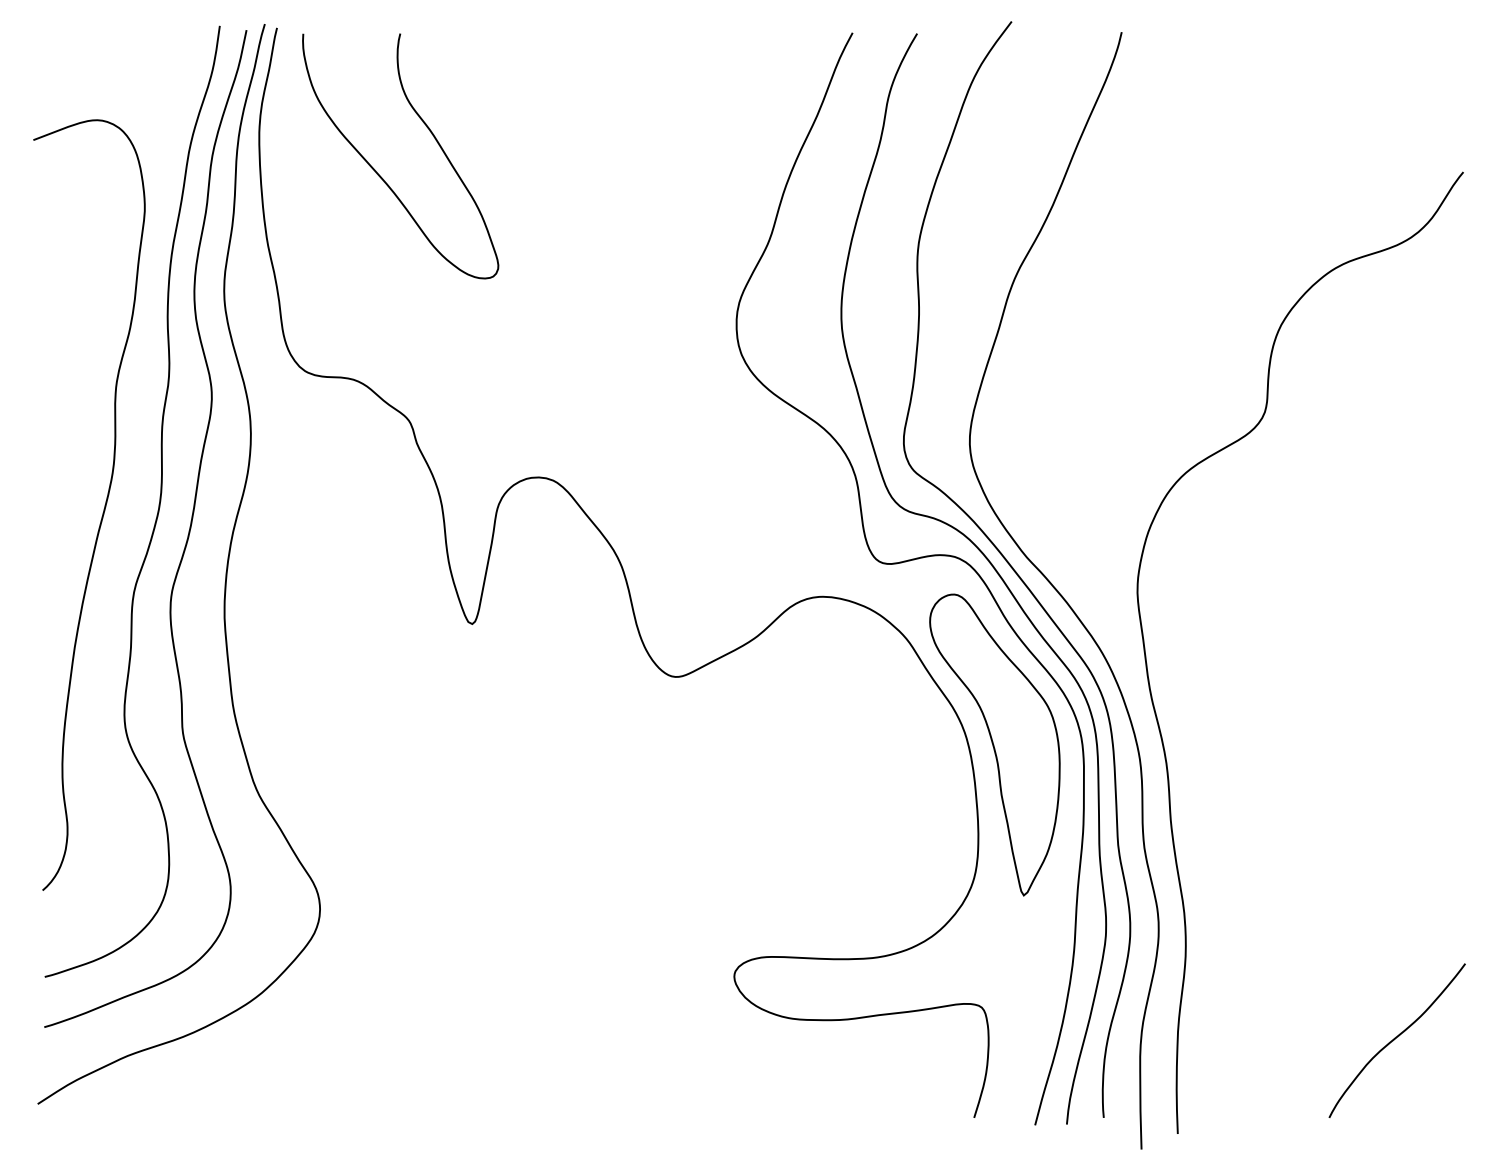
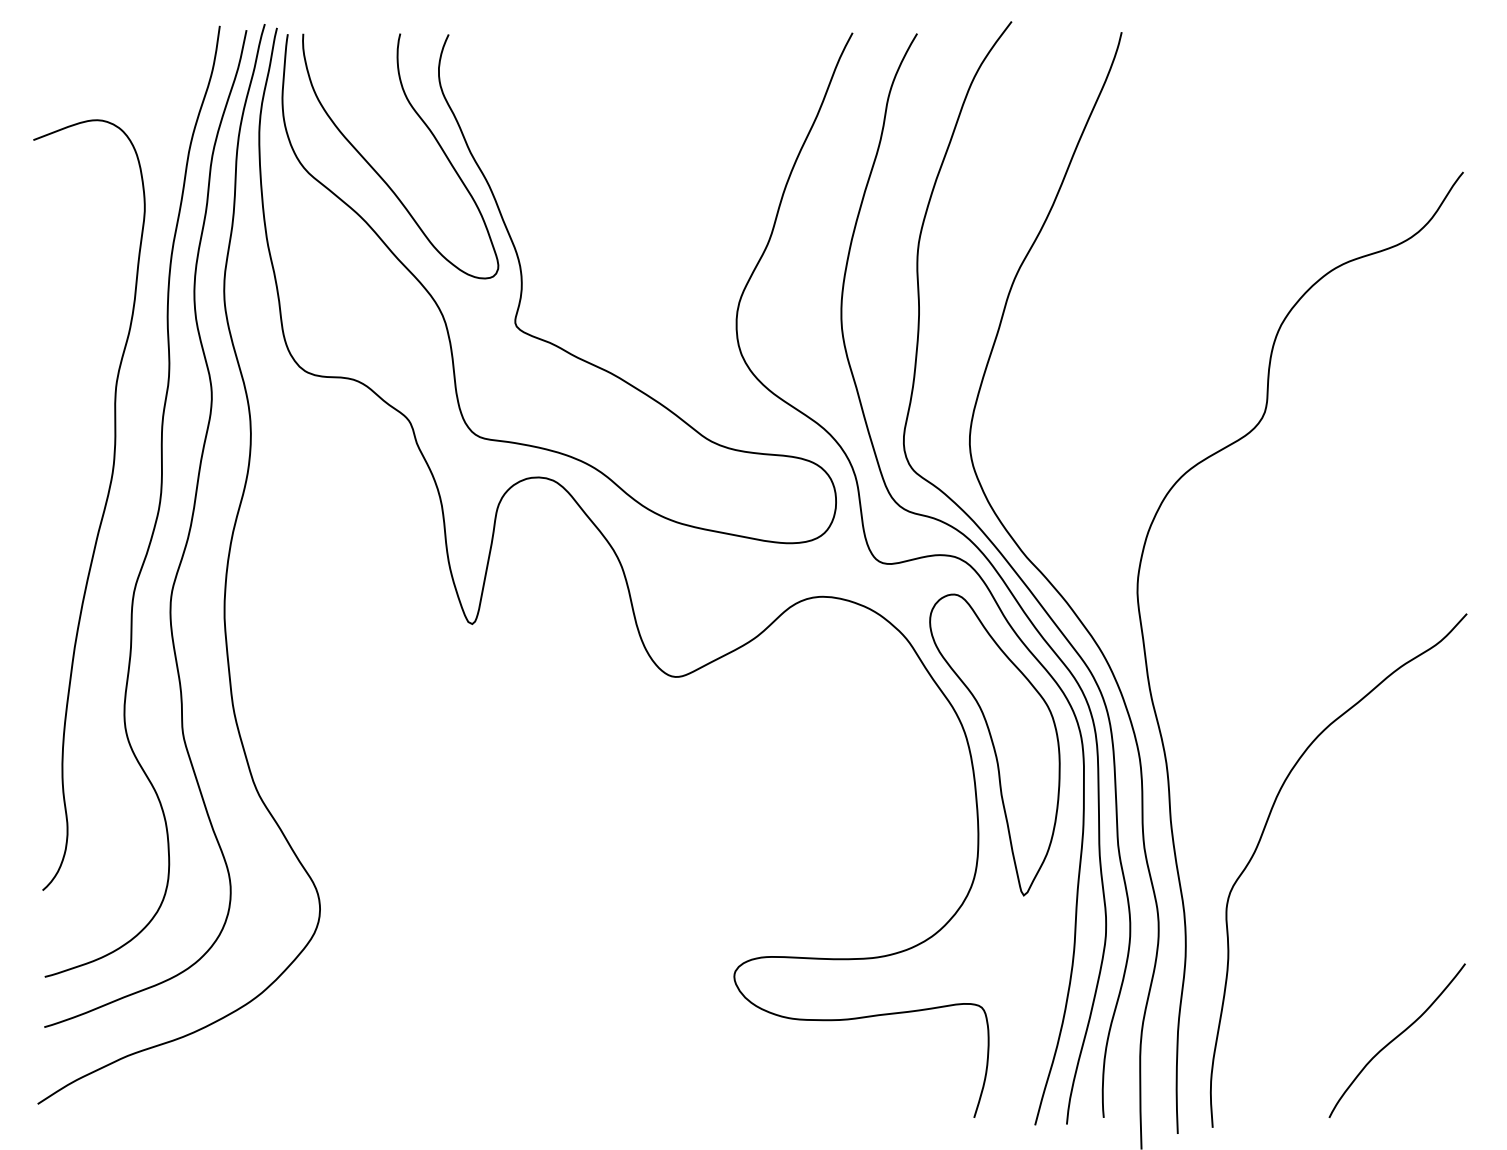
curve at (522, 289): none -> present
curve at (1261, 839): none -> present
